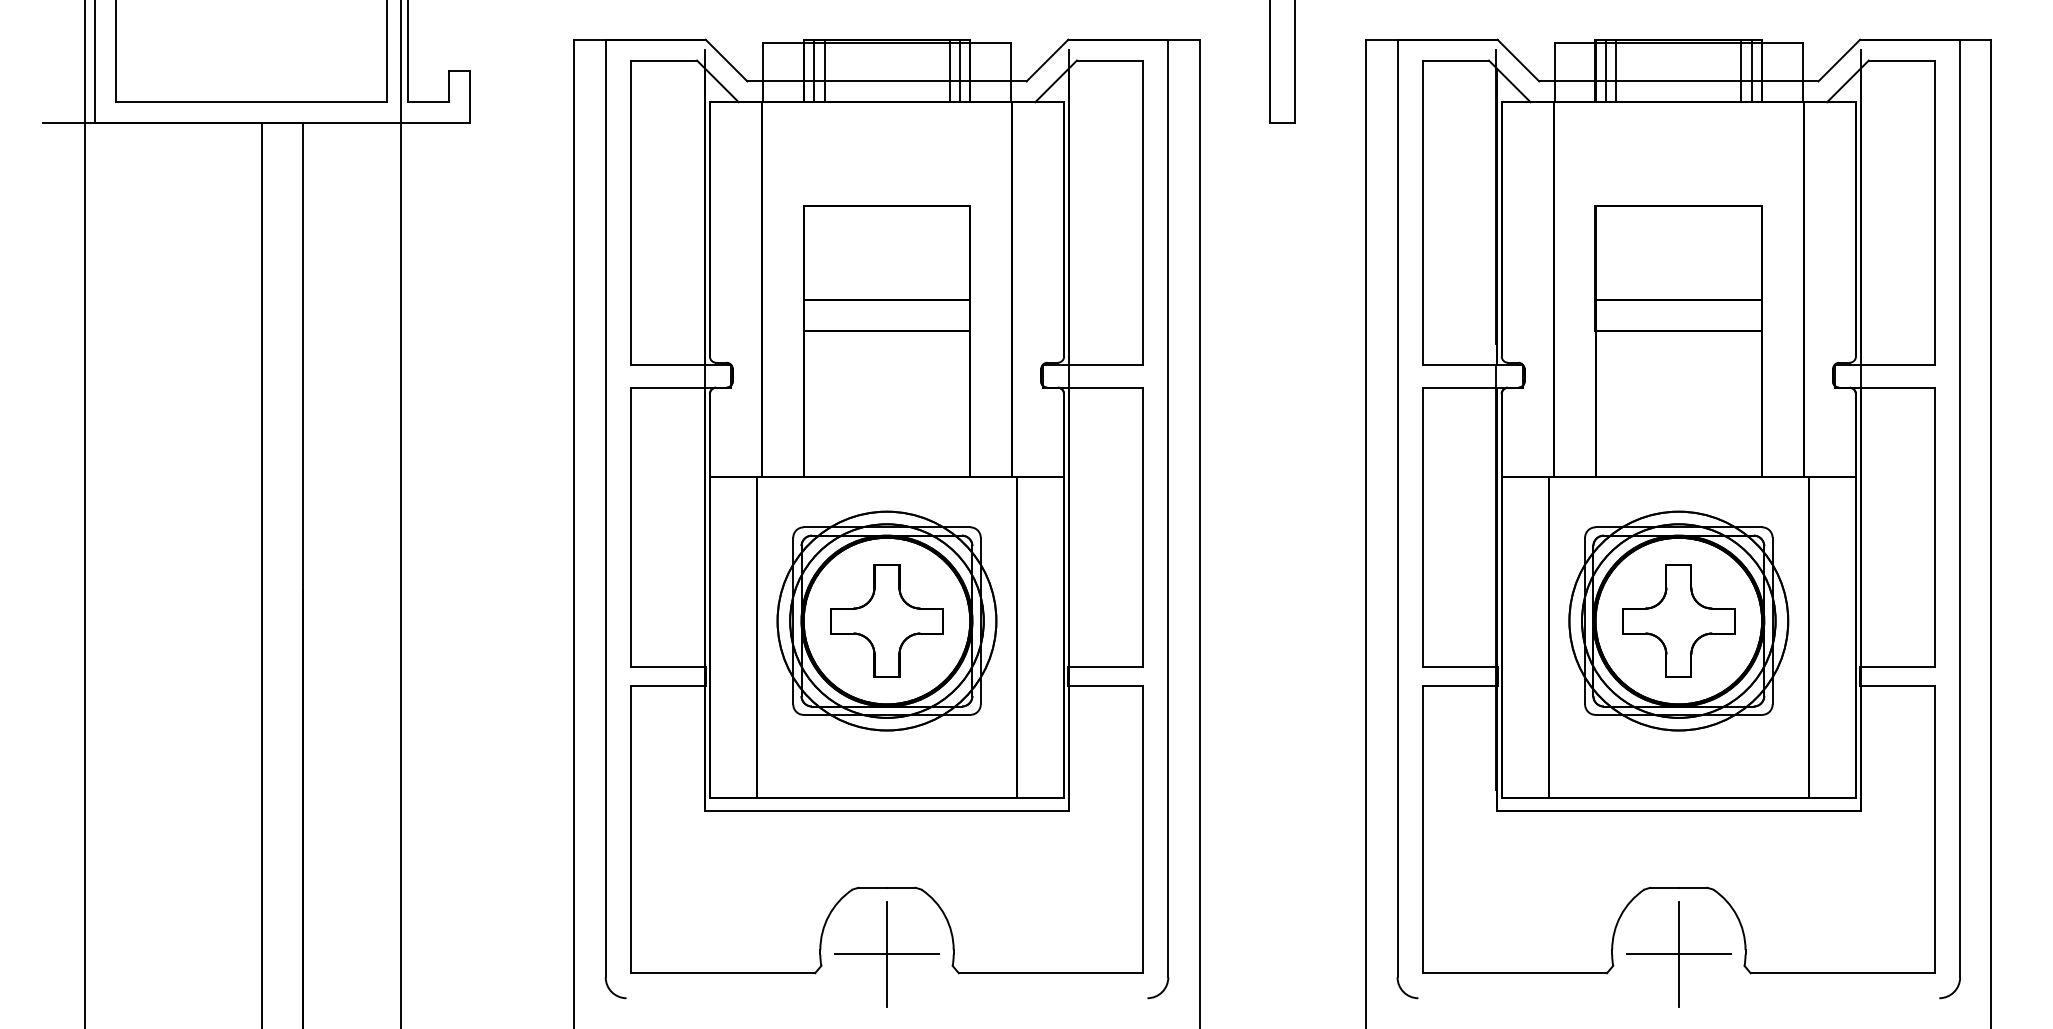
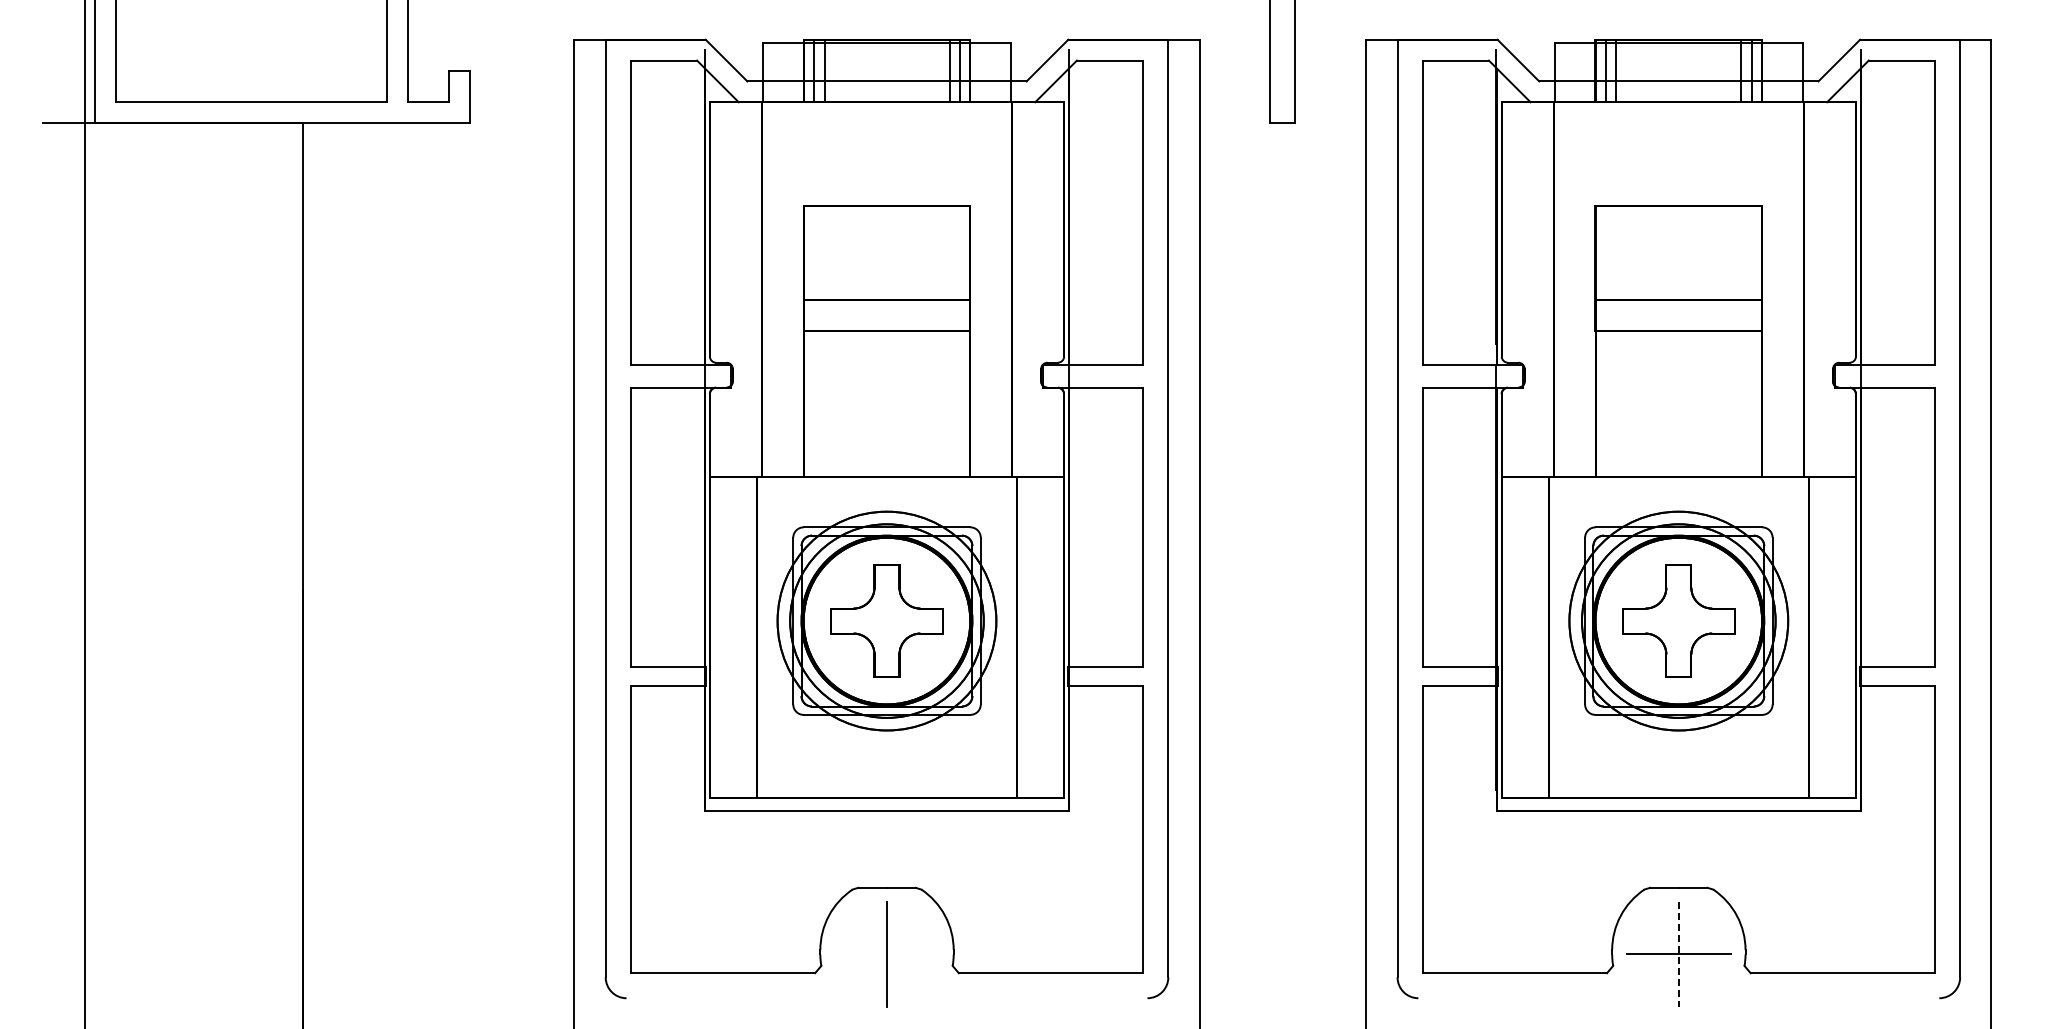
line at (401, 513): present -> none
line at (261, 574): present -> none
line at (886, 954): present -> none
line at (1678, 954): solid -> dashed
